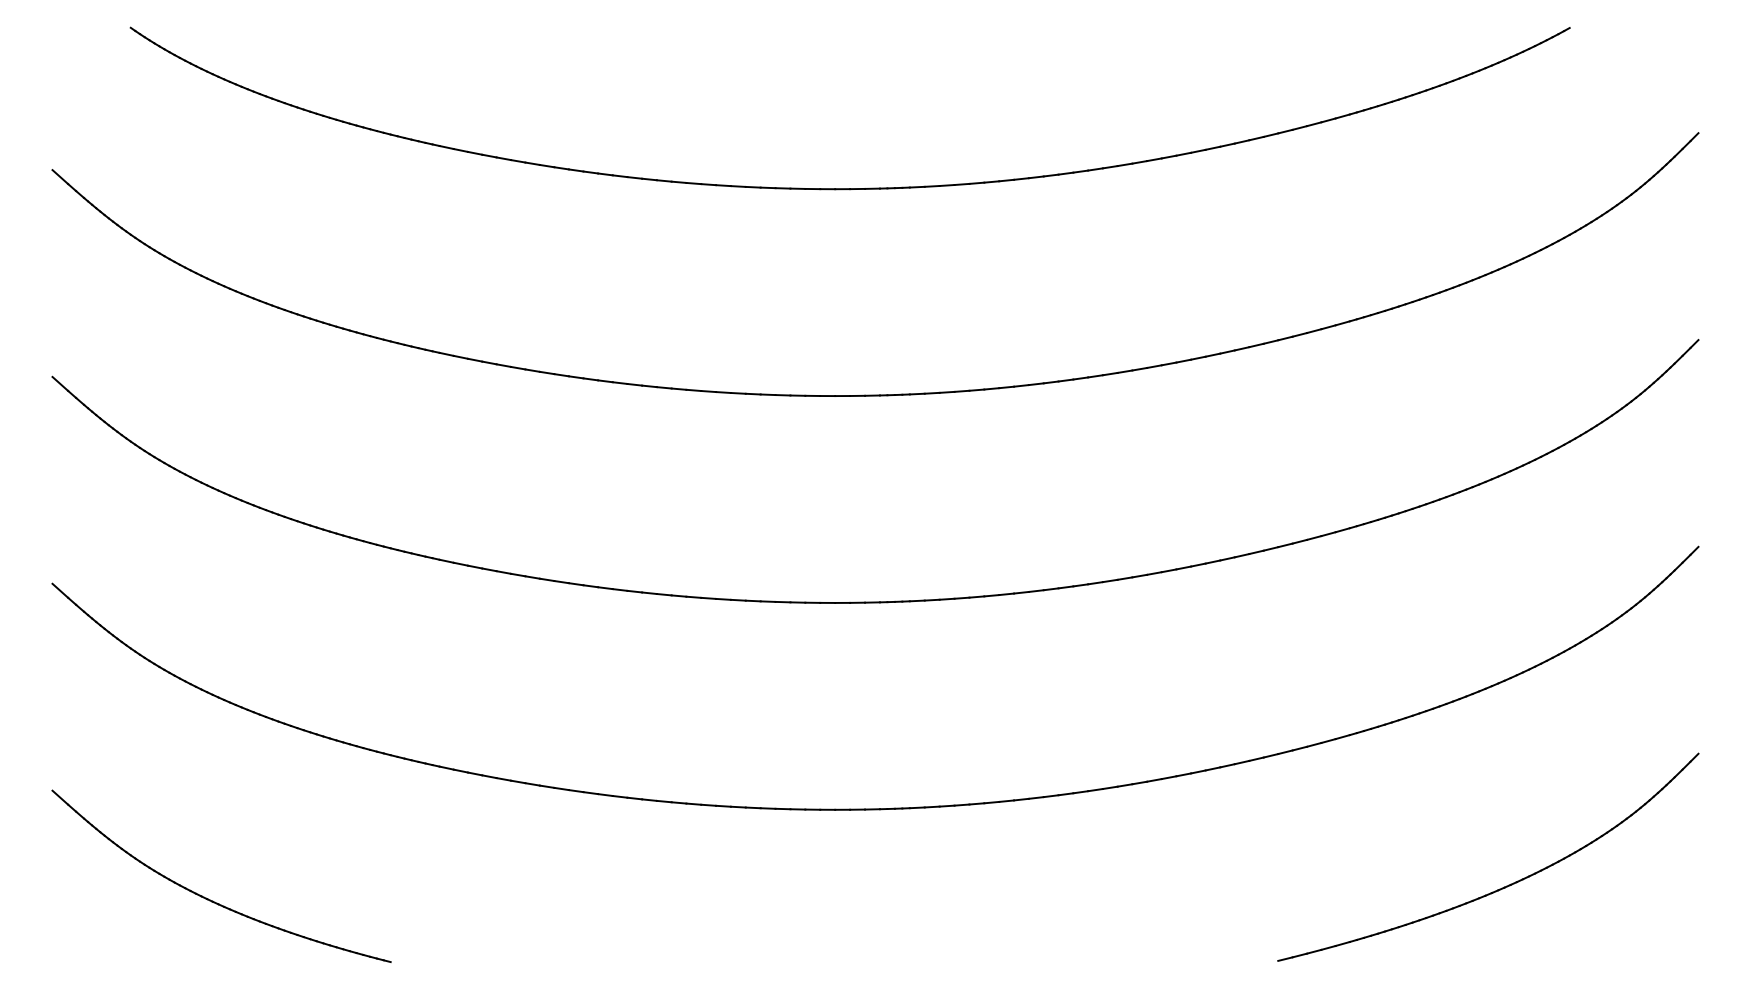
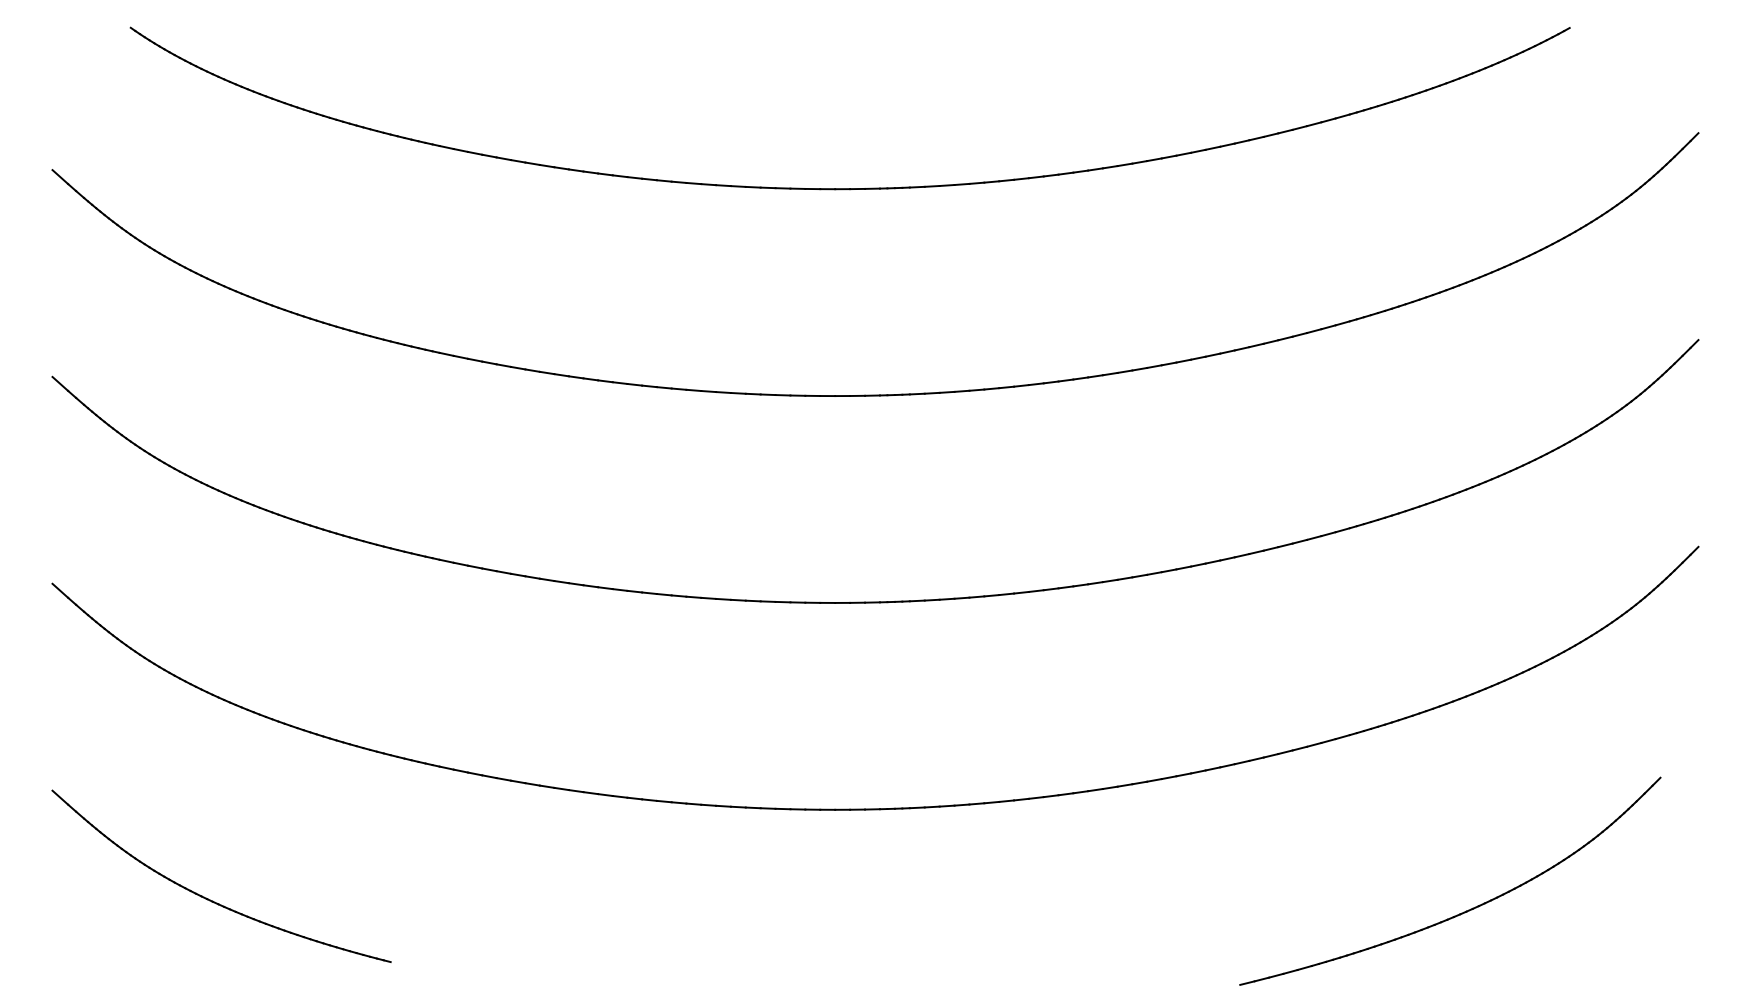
part at (1499, 888) position: (1499, 888) -> (1461, 912)
